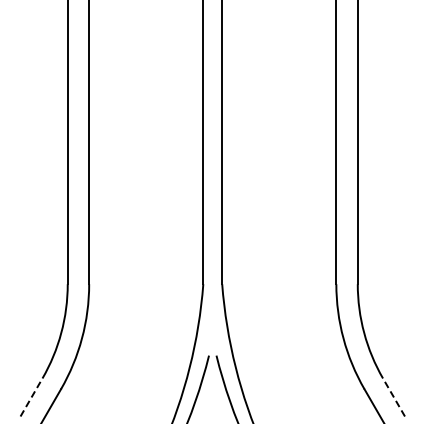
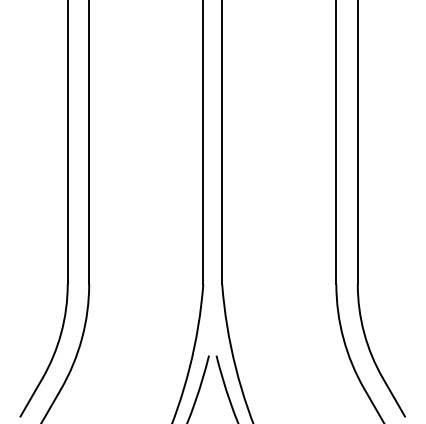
line at (31, 397): dashed -> solid
line at (394, 397): dashed -> solid
